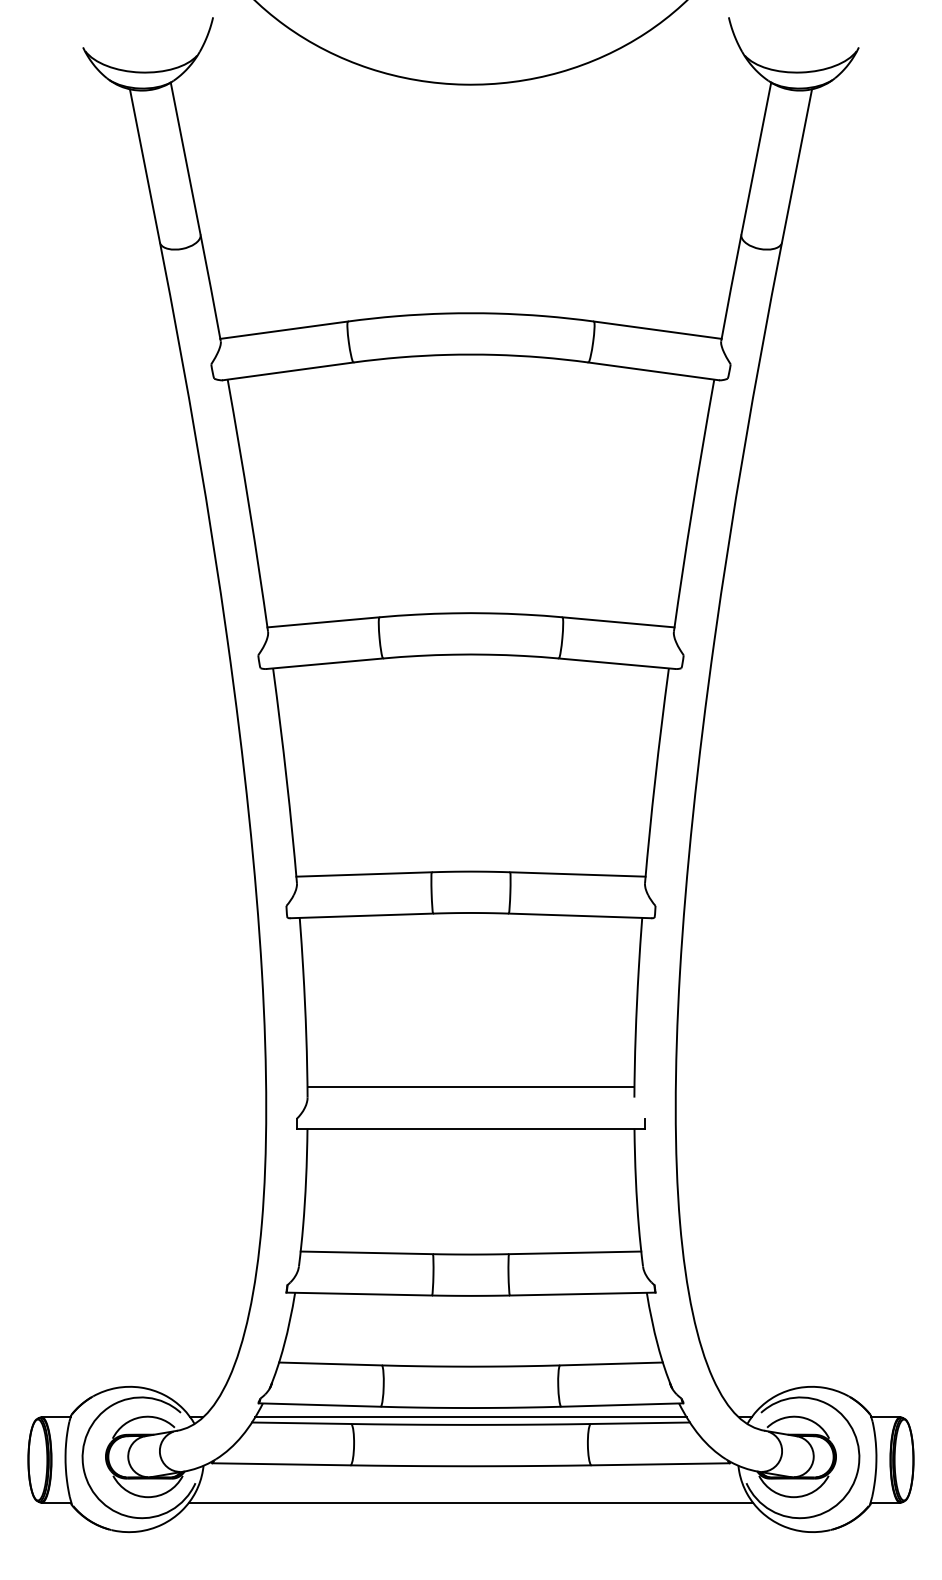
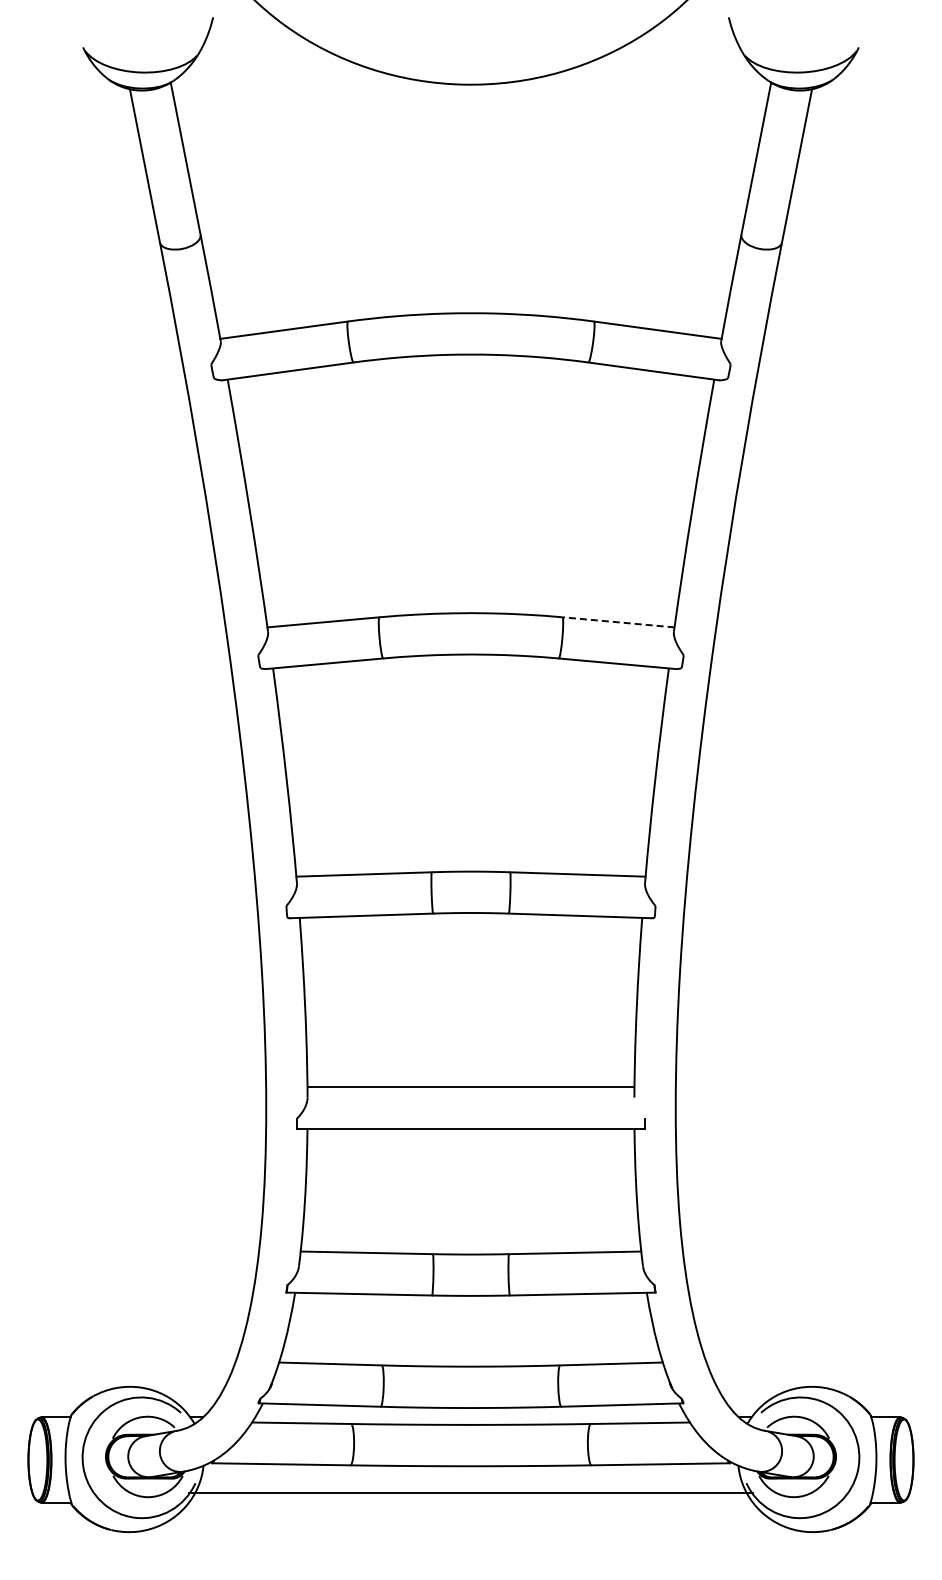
line at (618, 622): solid -> dashed
line at (470, 1417): present -> none
line at (470, 1502) position: (470, 1502) -> (470, 1492)
